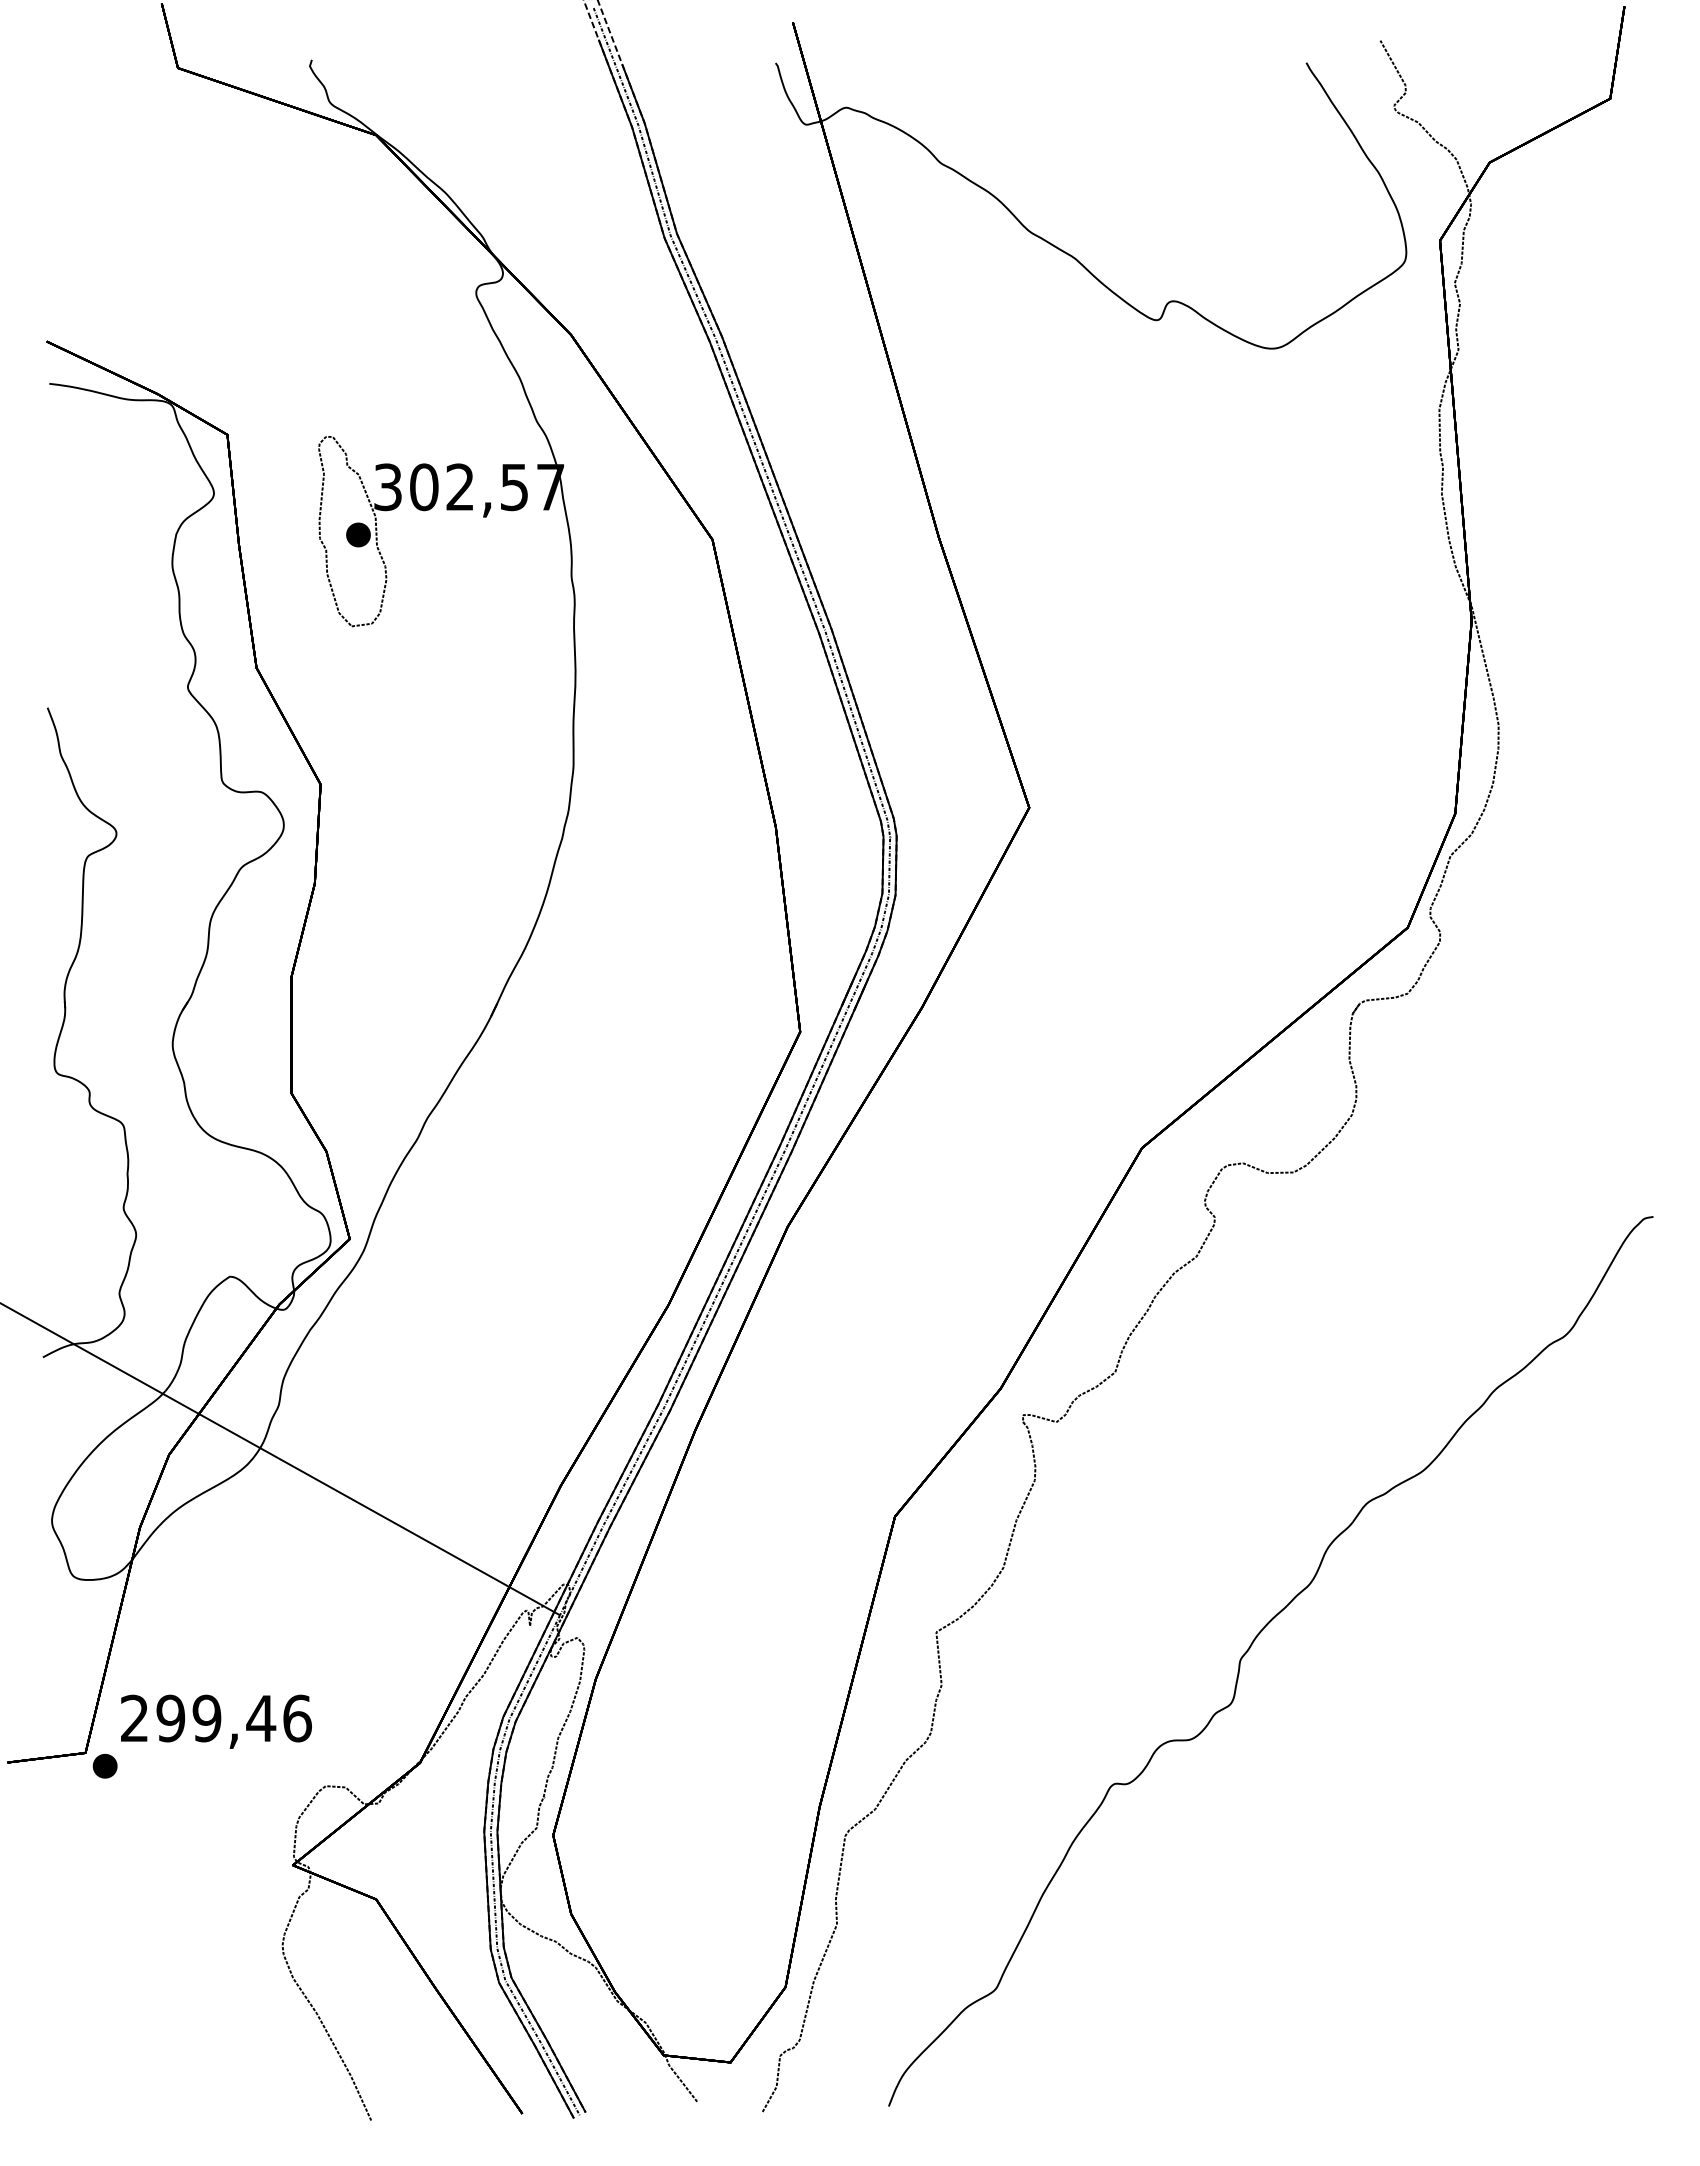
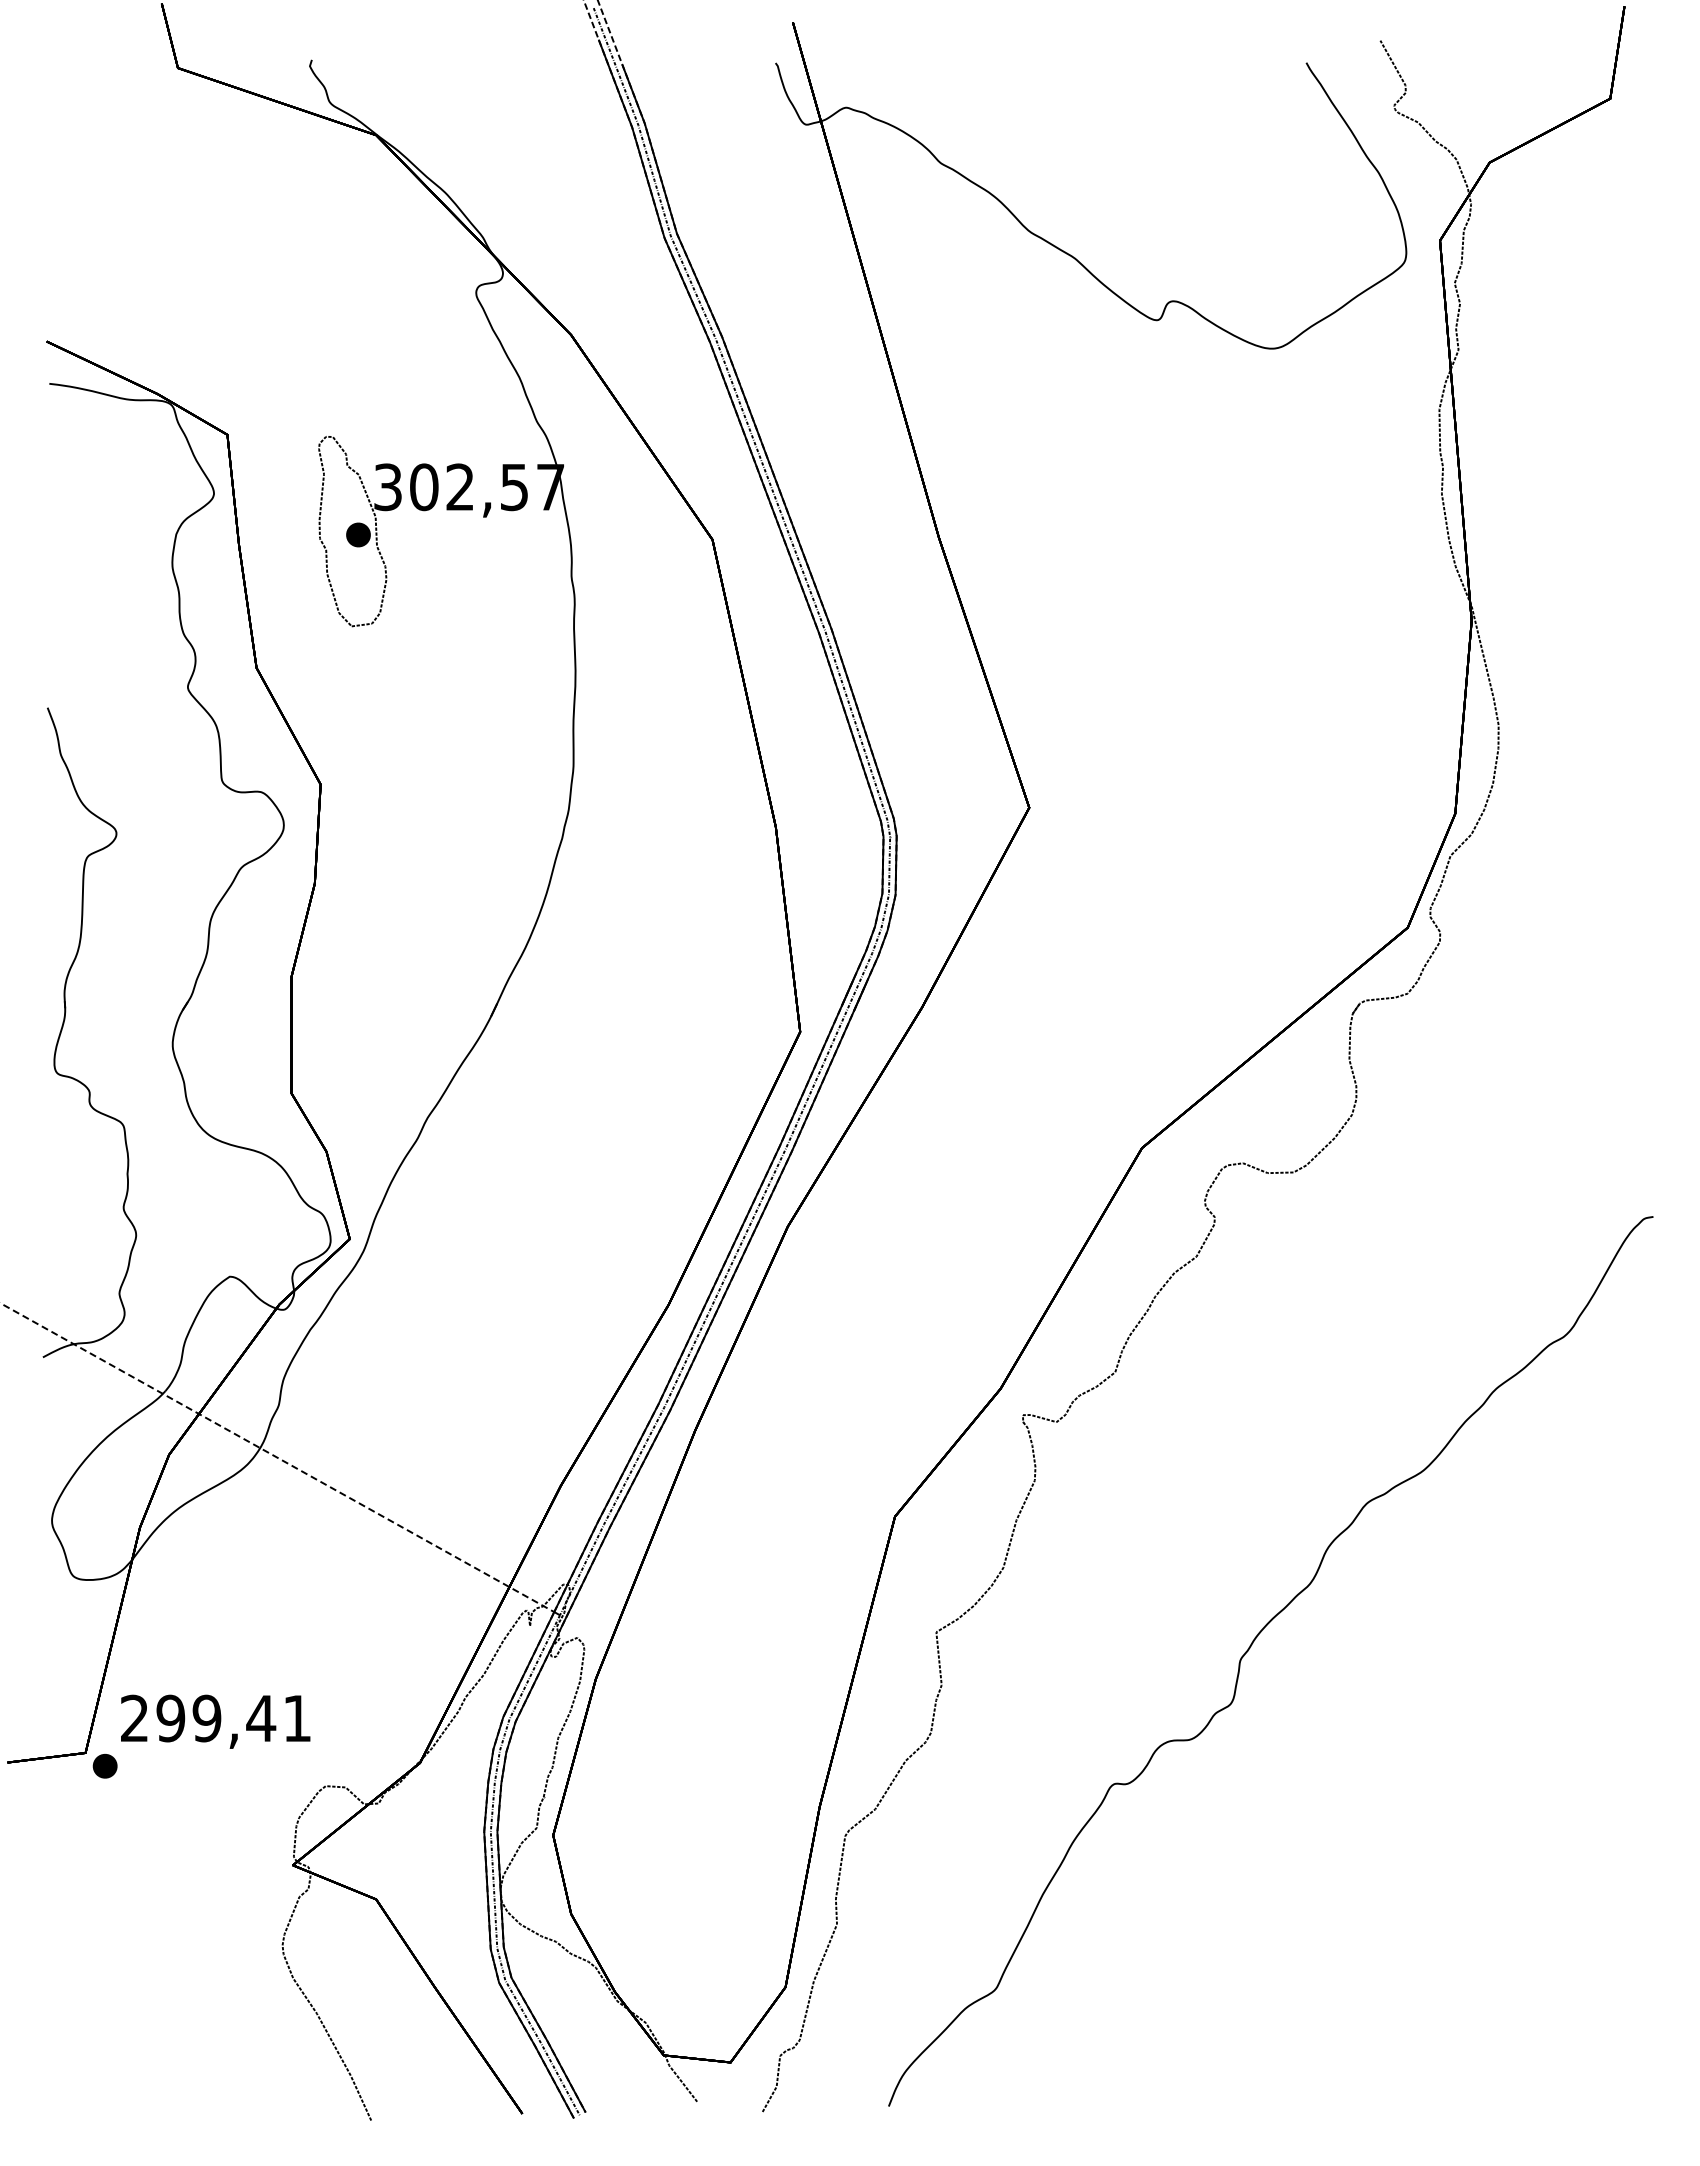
line at (277, 1457): solid -> dashed
text at (297, 1718): 299,46 -> 299,41
